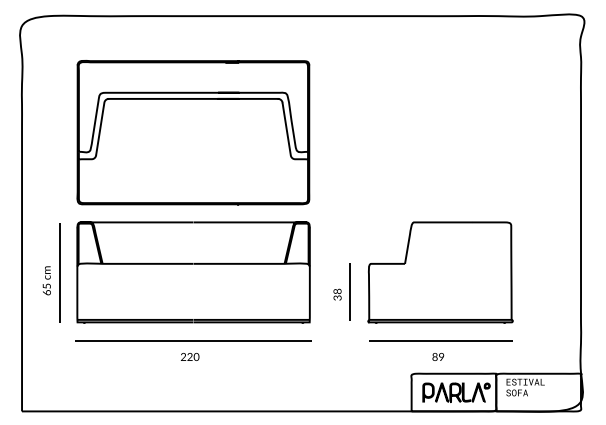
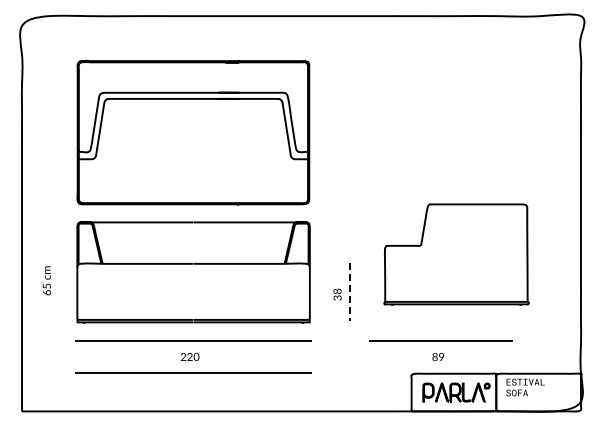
line at (59, 272): present -> none
part at (440, 272) position: (440, 272) -> (456, 254)
line at (350, 292): solid -> dashed
line at (193, 372): none -> present
